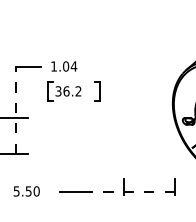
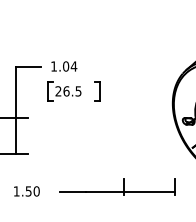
text at (68, 91): 36.2 -> 26.5
line at (15, 110): dashed -> solid
text at (16, 191): 5.50 -> 1.50
line at (130, 191): dashed -> solid
